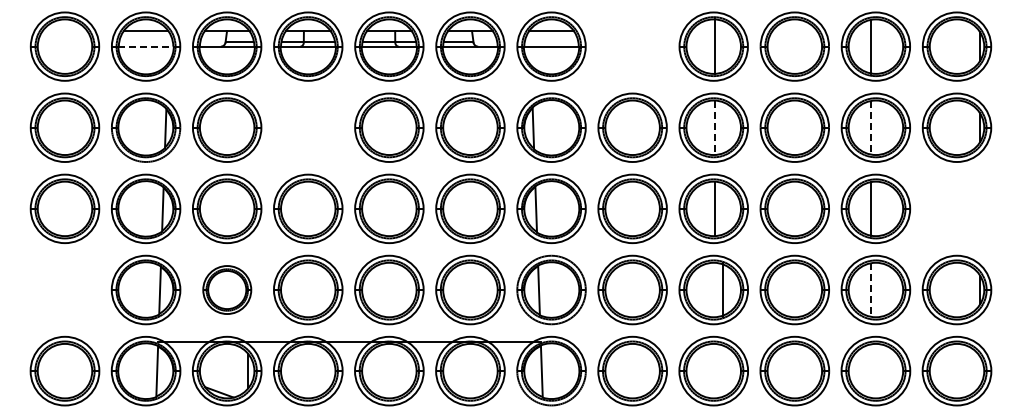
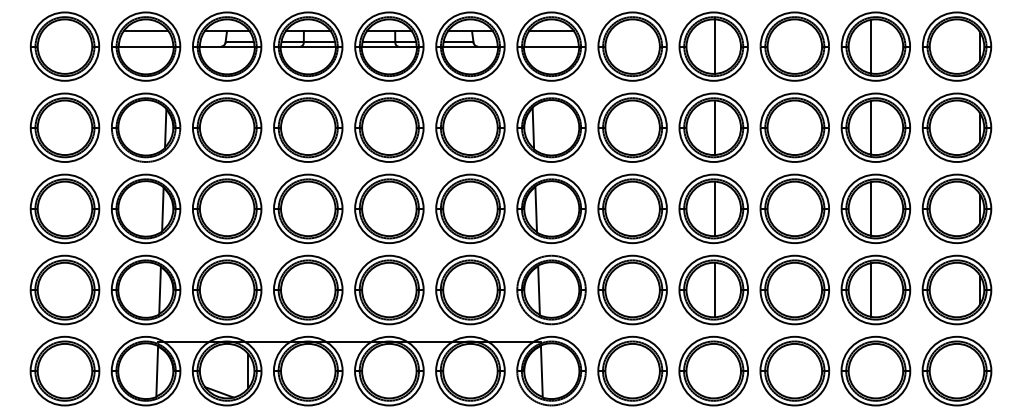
line at (146, 46): dashed -> solid
part at (632, 46): none -> present
part at (308, 127): none -> present
line at (871, 127): dashed -> solid
line at (715, 128): dashed -> solid
part at (956, 208): none -> present
part at (64, 289): none -> present
part at (227, 289) size: 51x50 px -> 71x72 px
line at (723, 289) position: (723, 289) -> (715, 289)
line at (871, 290): dashed -> solid
